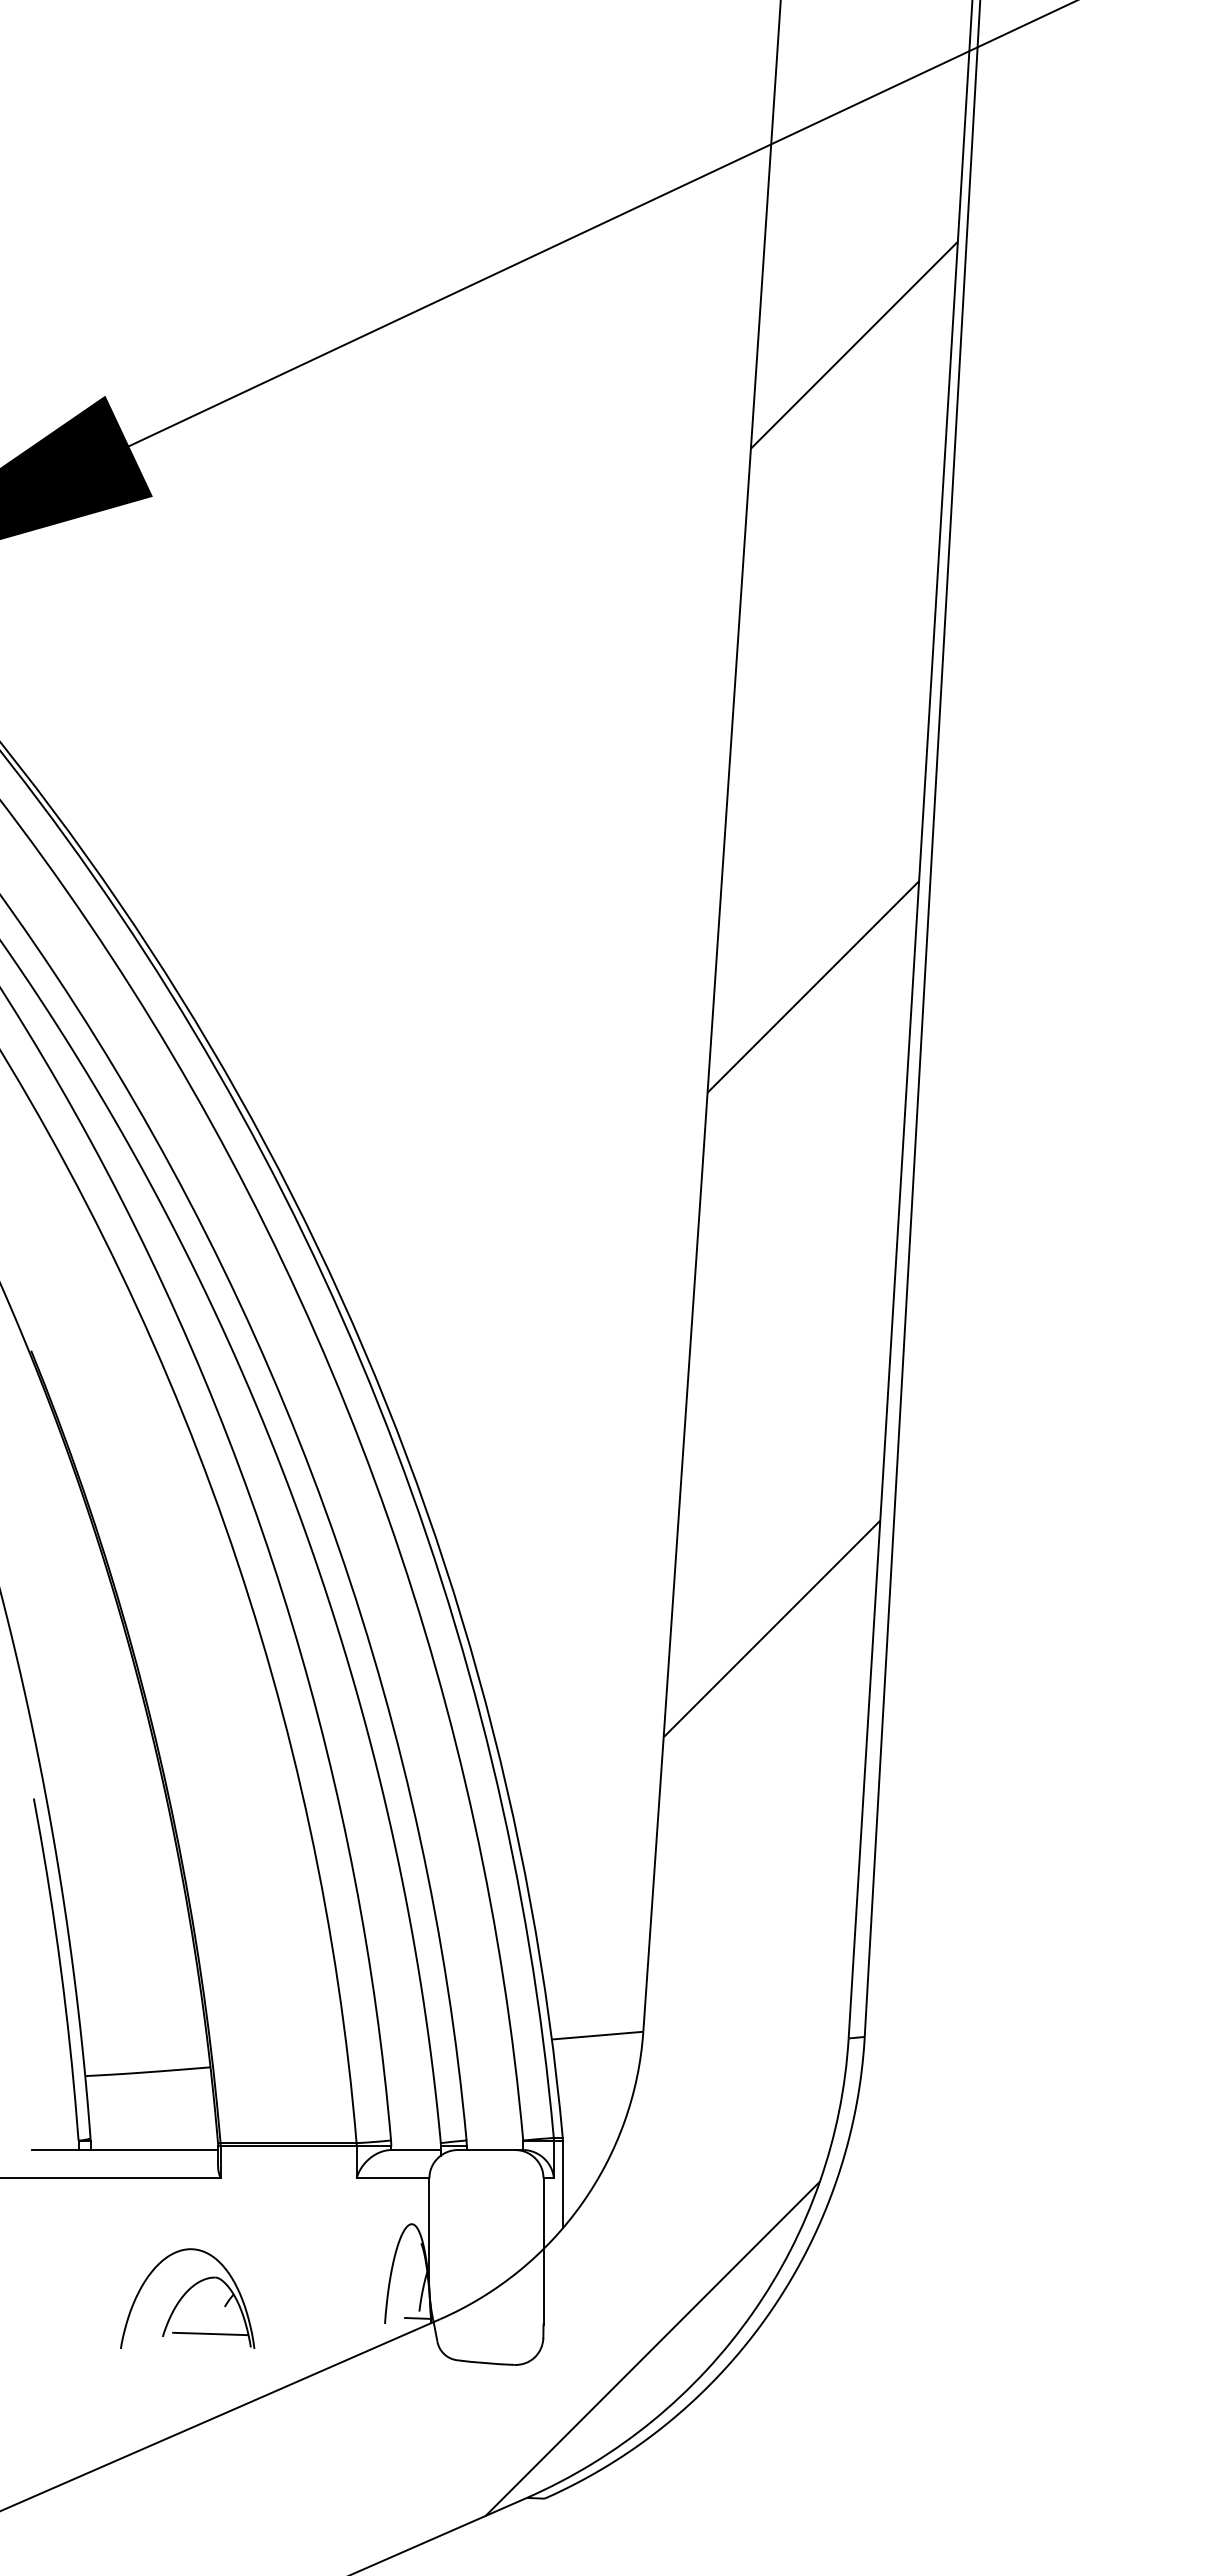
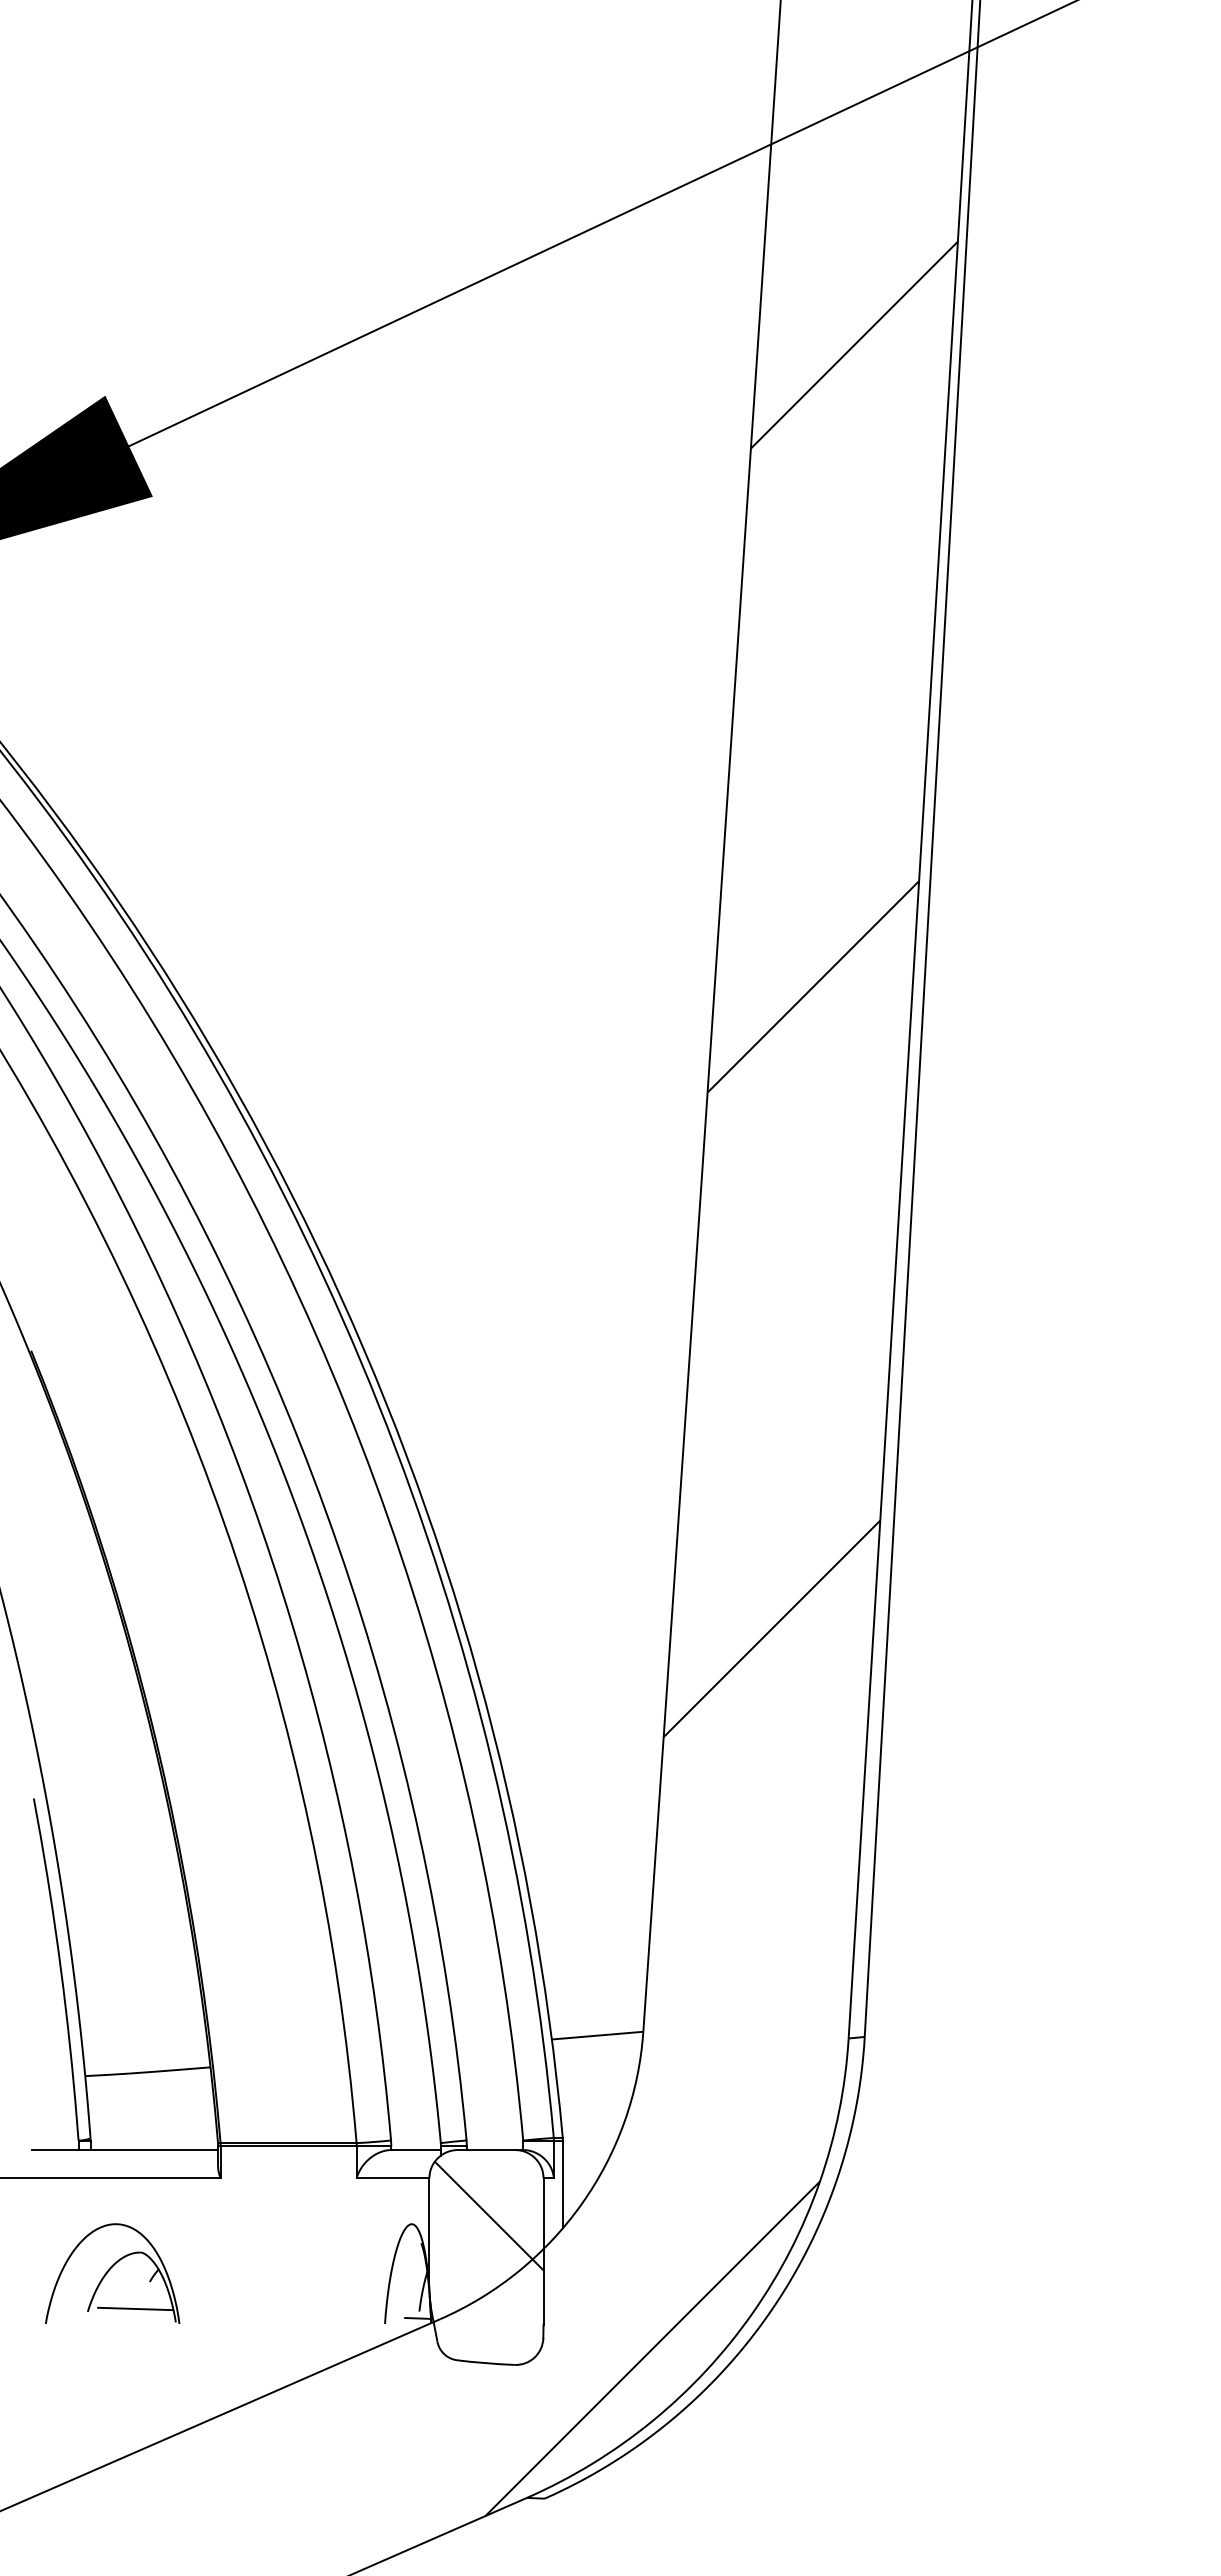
hatch at (488, 2215): none -> present
part at (187, 2298) position: (187, 2298) -> (112, 2273)
